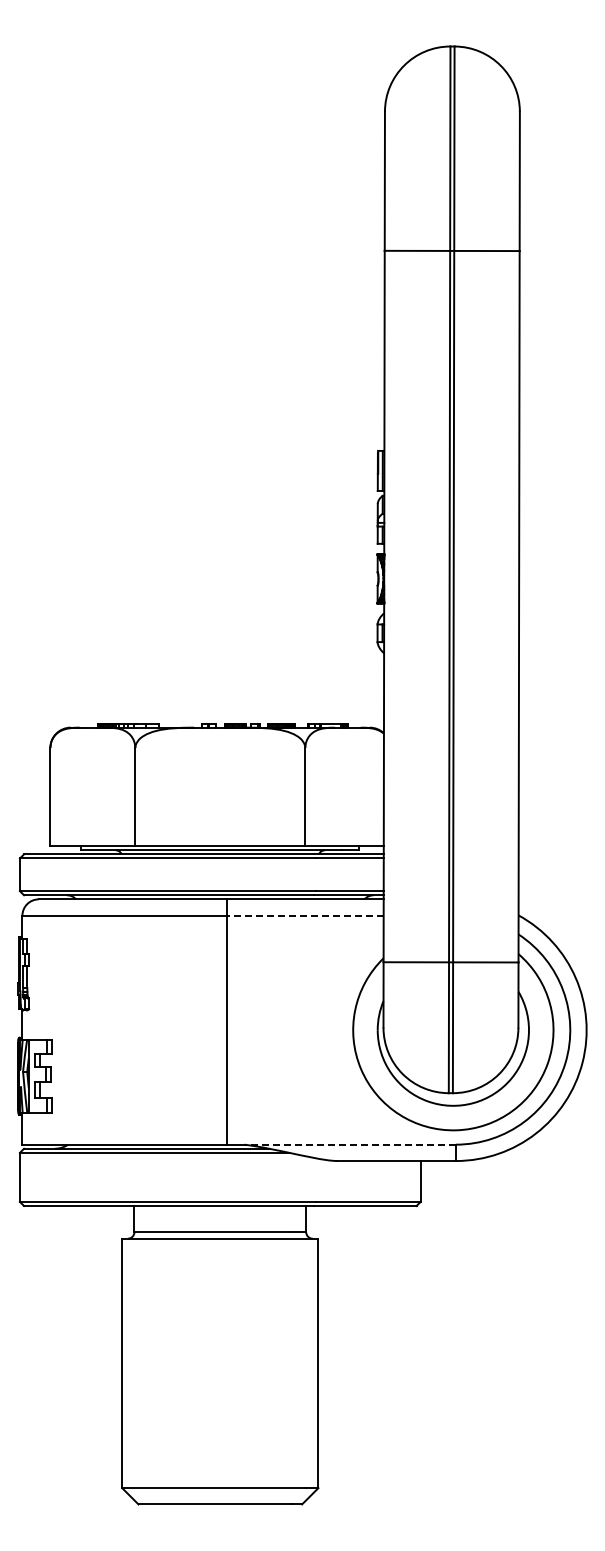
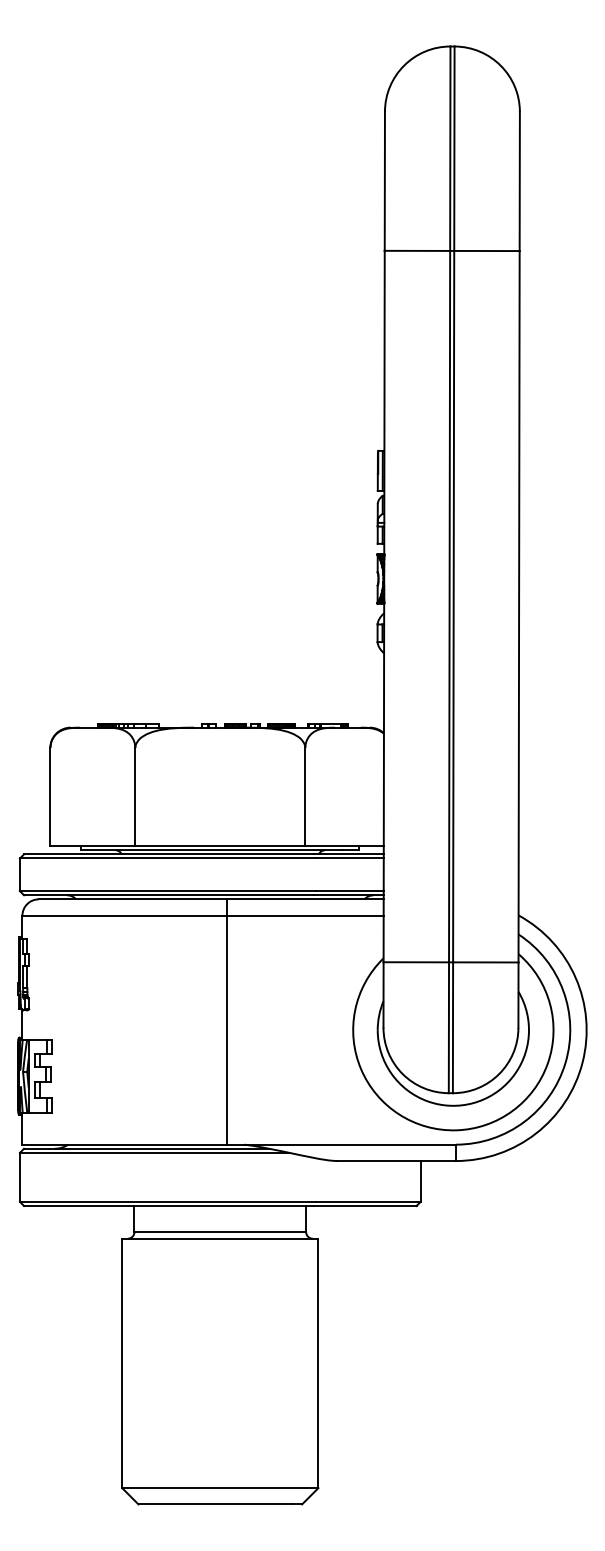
line at (304, 915): dashed -> solid
line at (350, 1144): dashed -> solid
